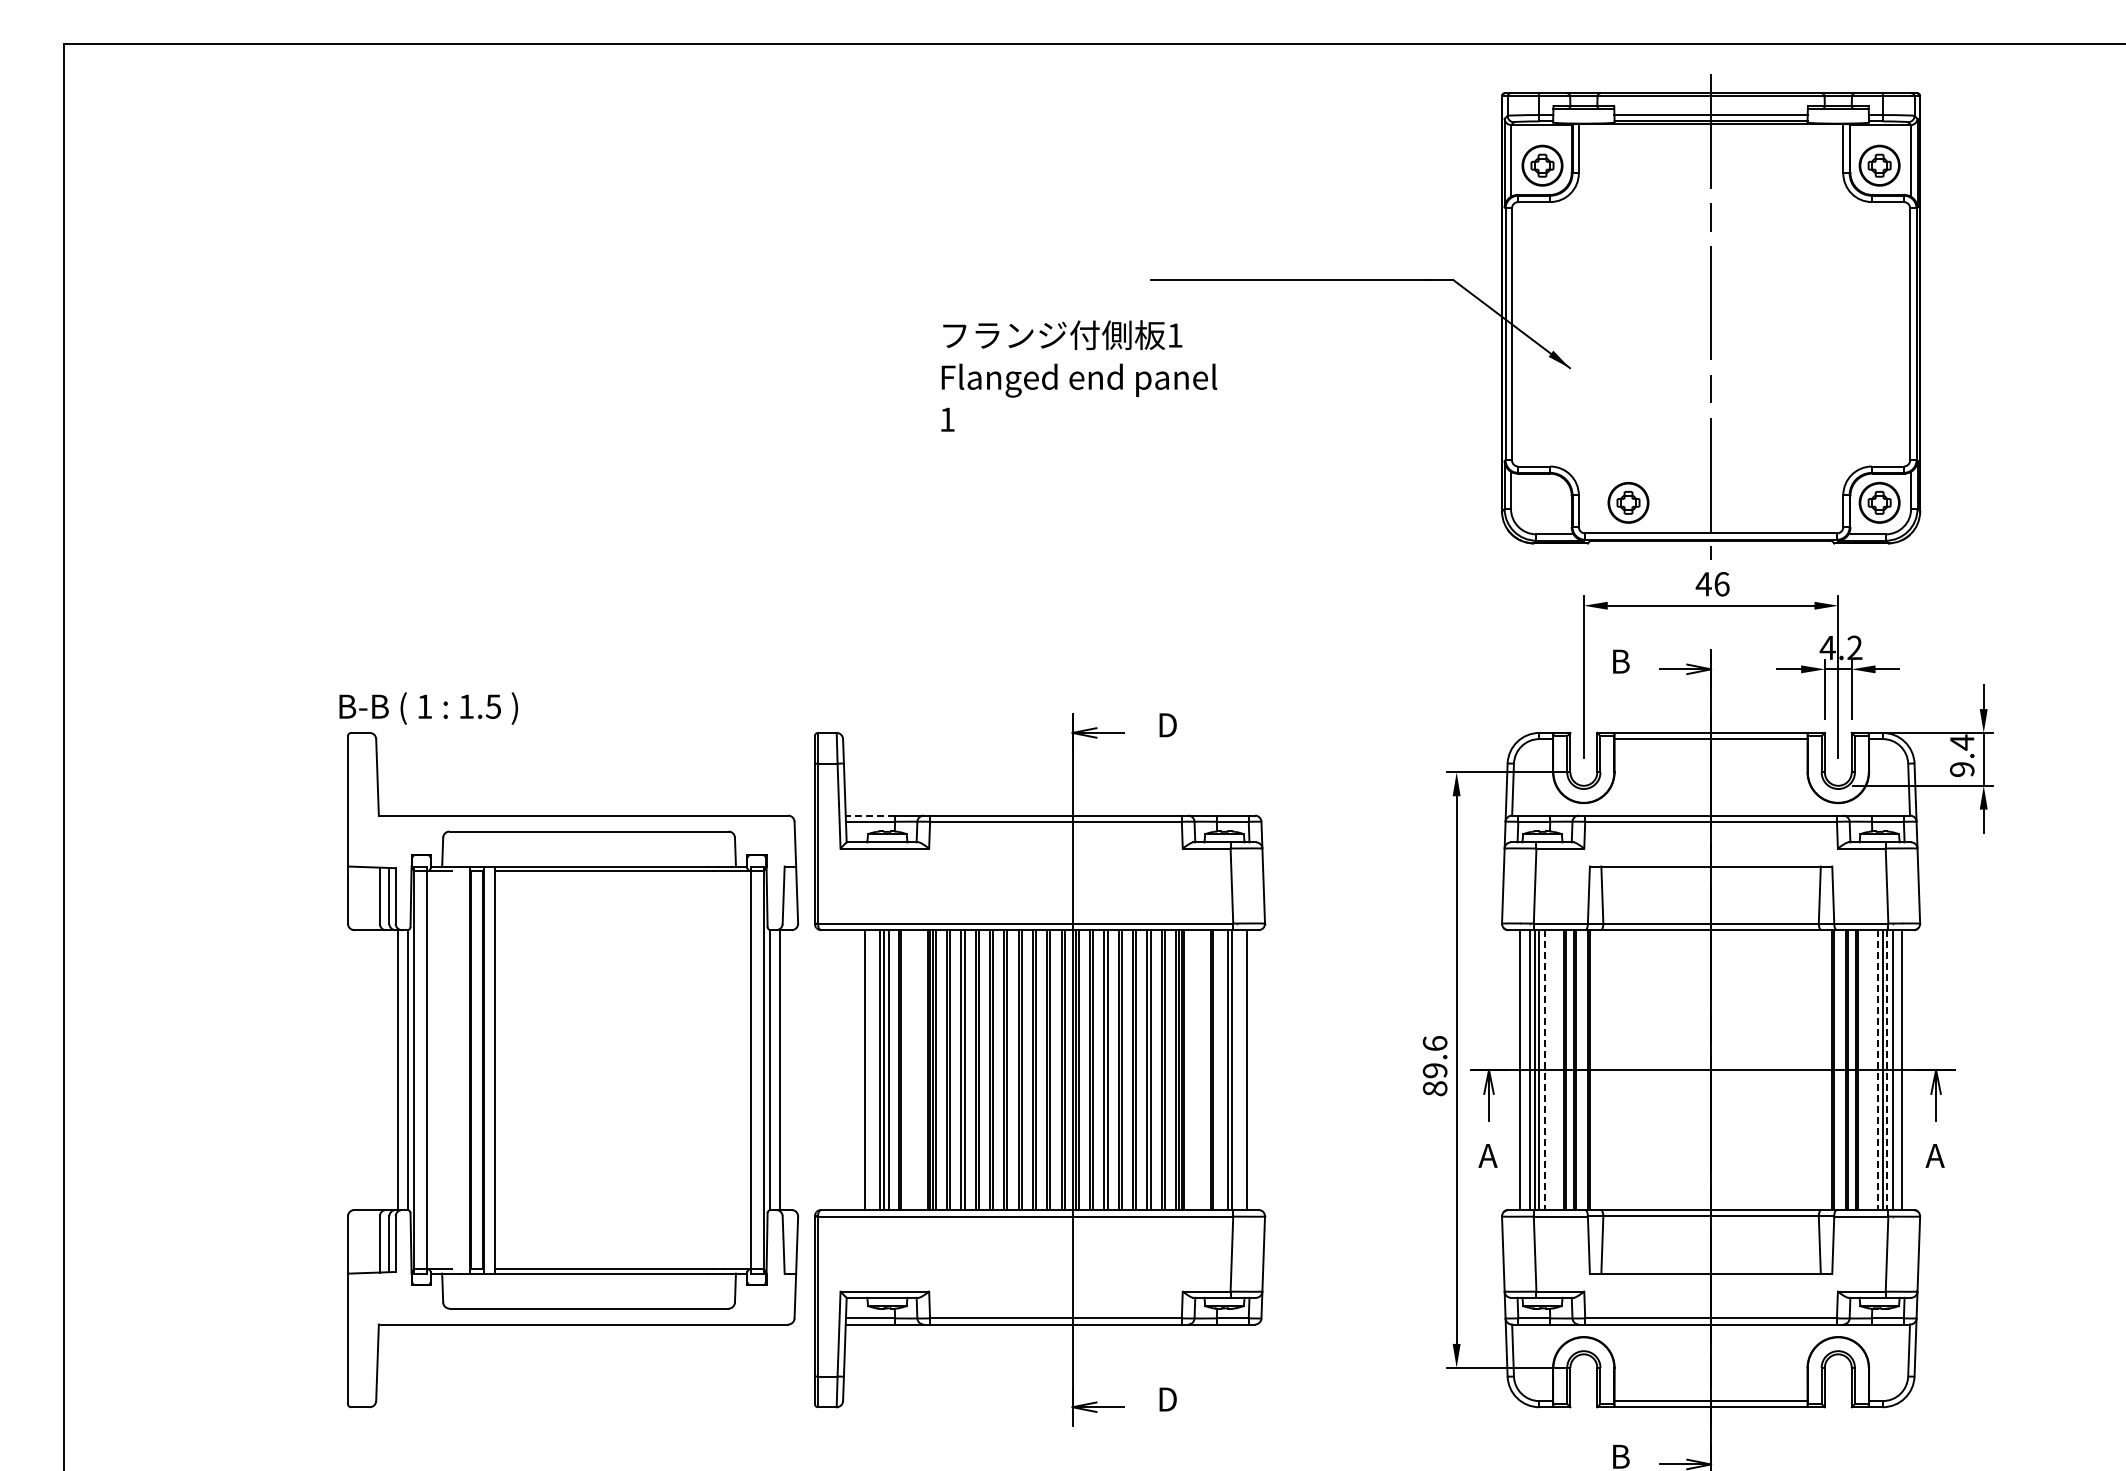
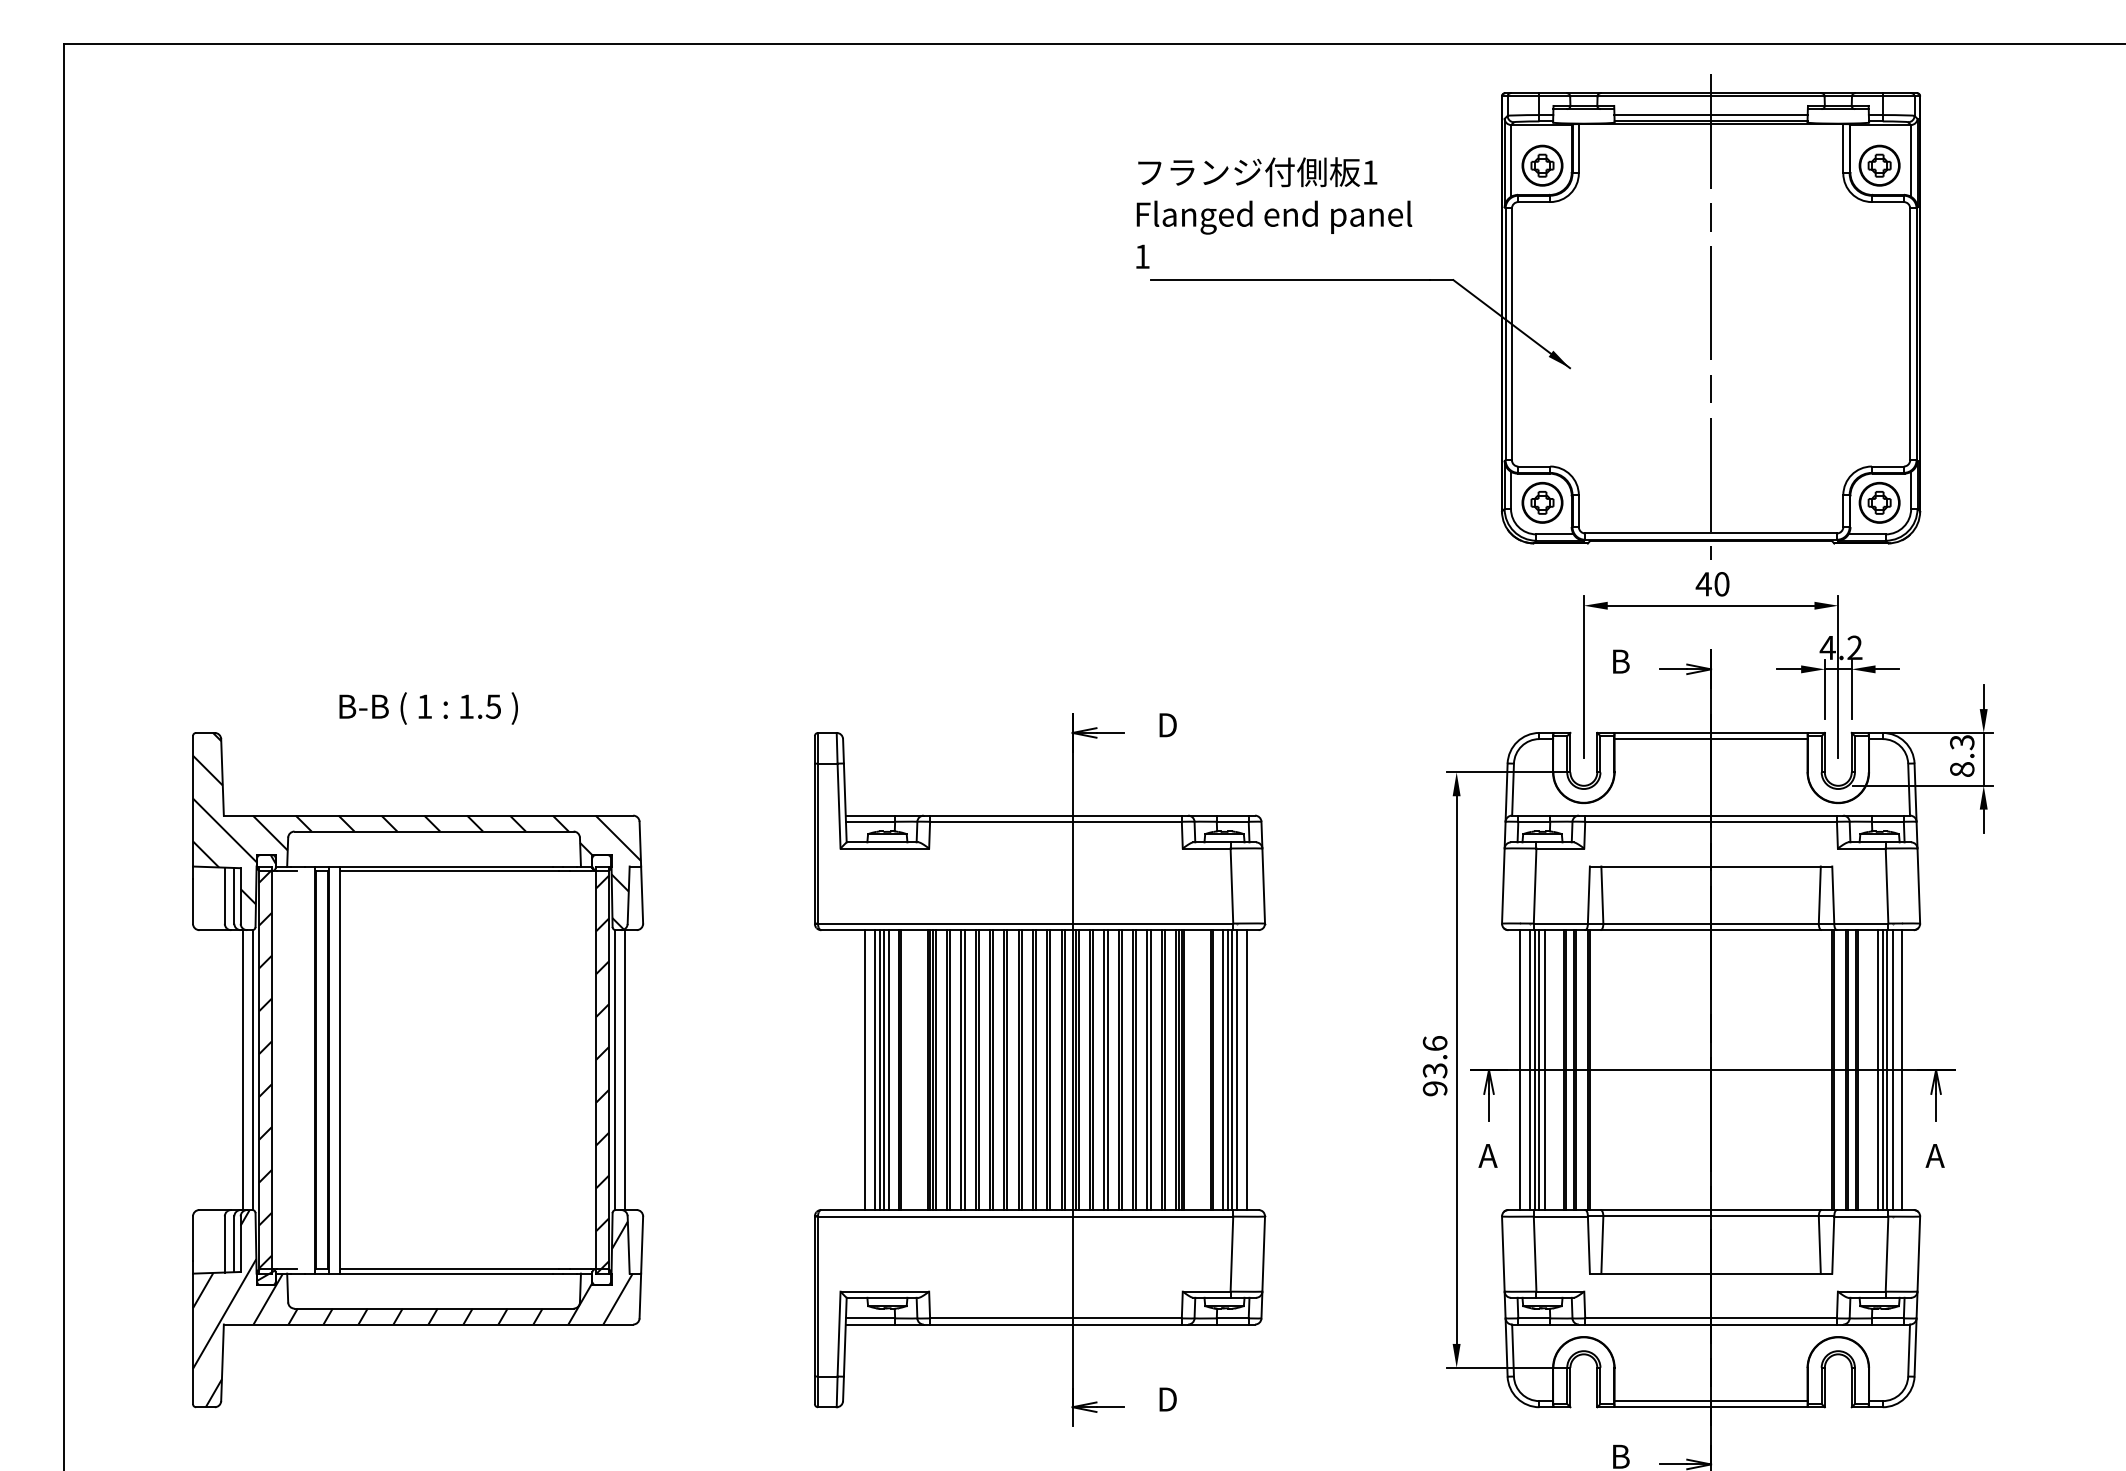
text at (1079, 375) position: (1079, 375) -> (1274, 212)
part at (1628, 502) position: (1628, 502) -> (1542, 502)
text at (1721, 584): 46 -> 40
text at (1962, 755): 9.4 -> 8.3
line at (870, 815): dashed -> solid
part at (573, 1070) position: (573, 1070) -> (418, 1070)
line at (874, 1070): none -> present
line at (1222, 1070): none -> present
line at (1237, 1070): none -> present
line at (1544, 1070): dashed -> solid
line at (1877, 1070): dashed -> solid
line at (1887, 1070): dashed -> solid
text at (1434, 1079): 89.6 -> 93.6
